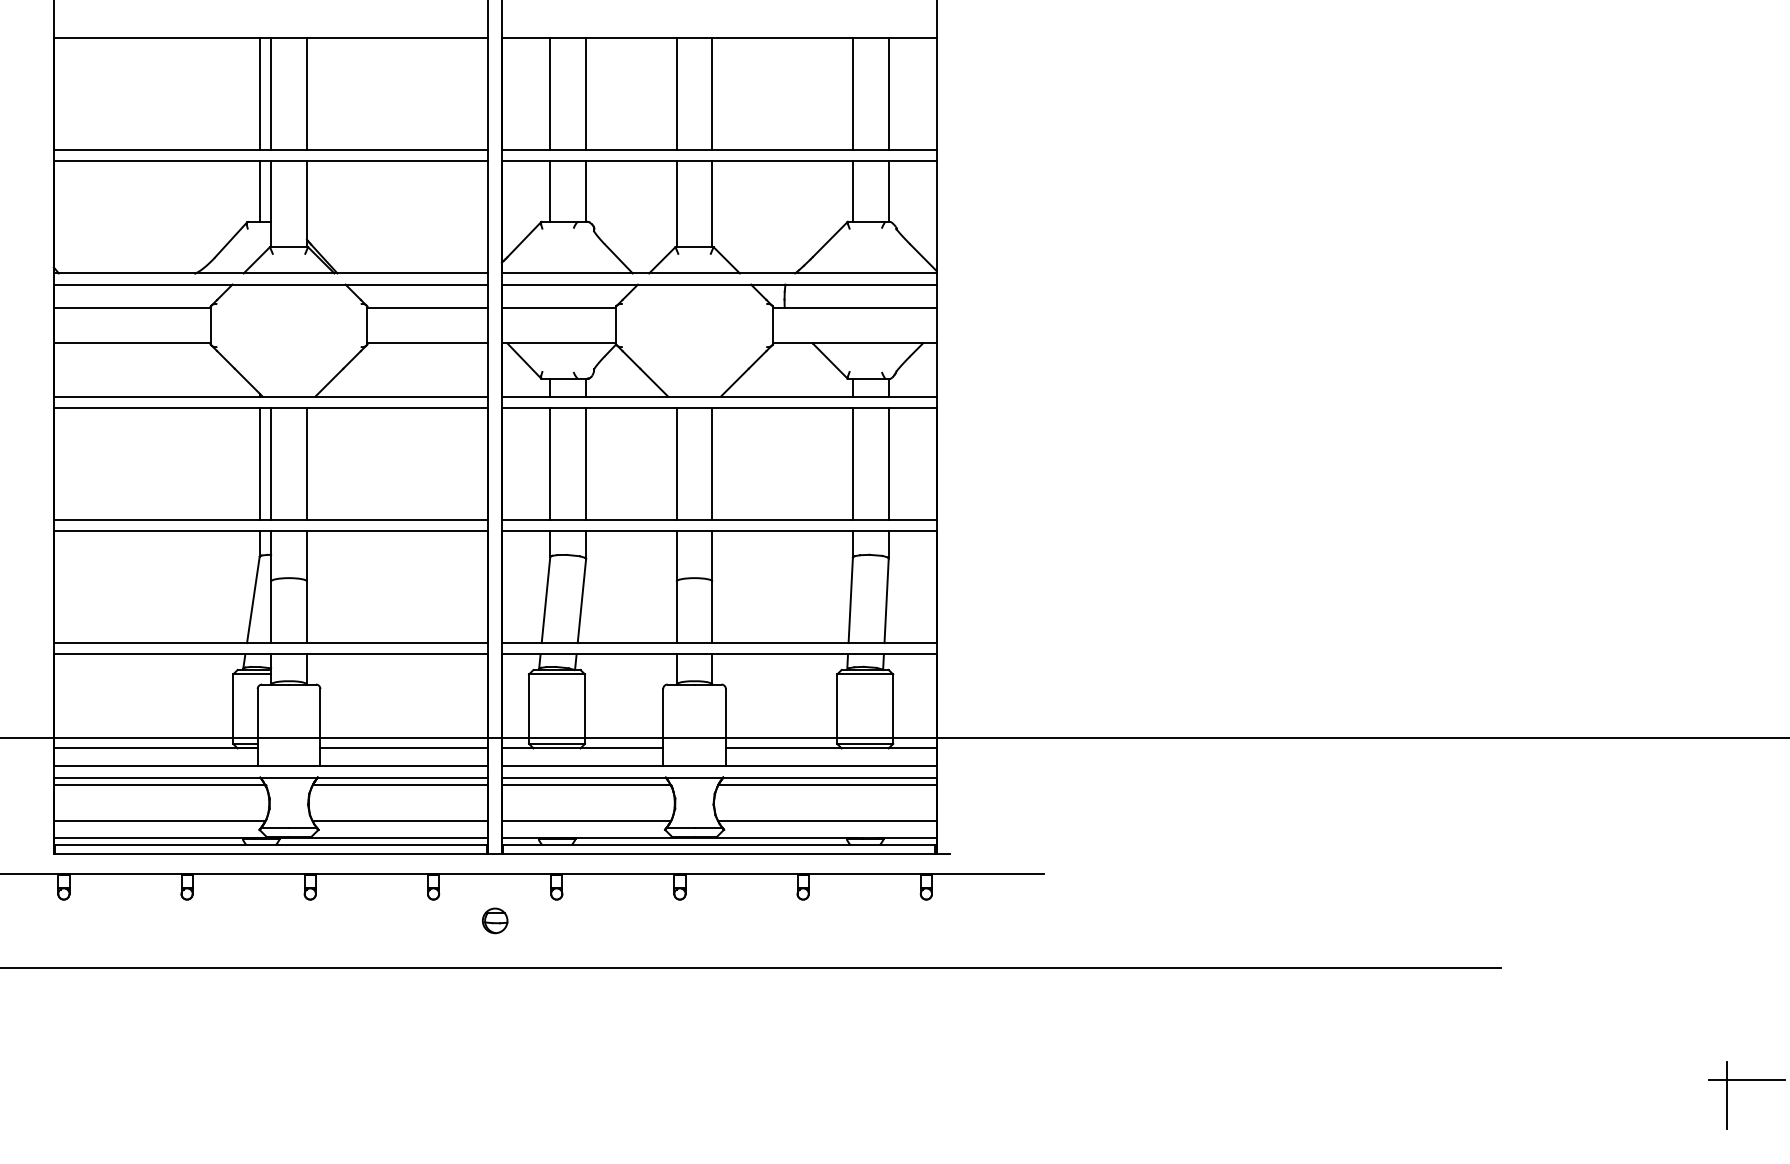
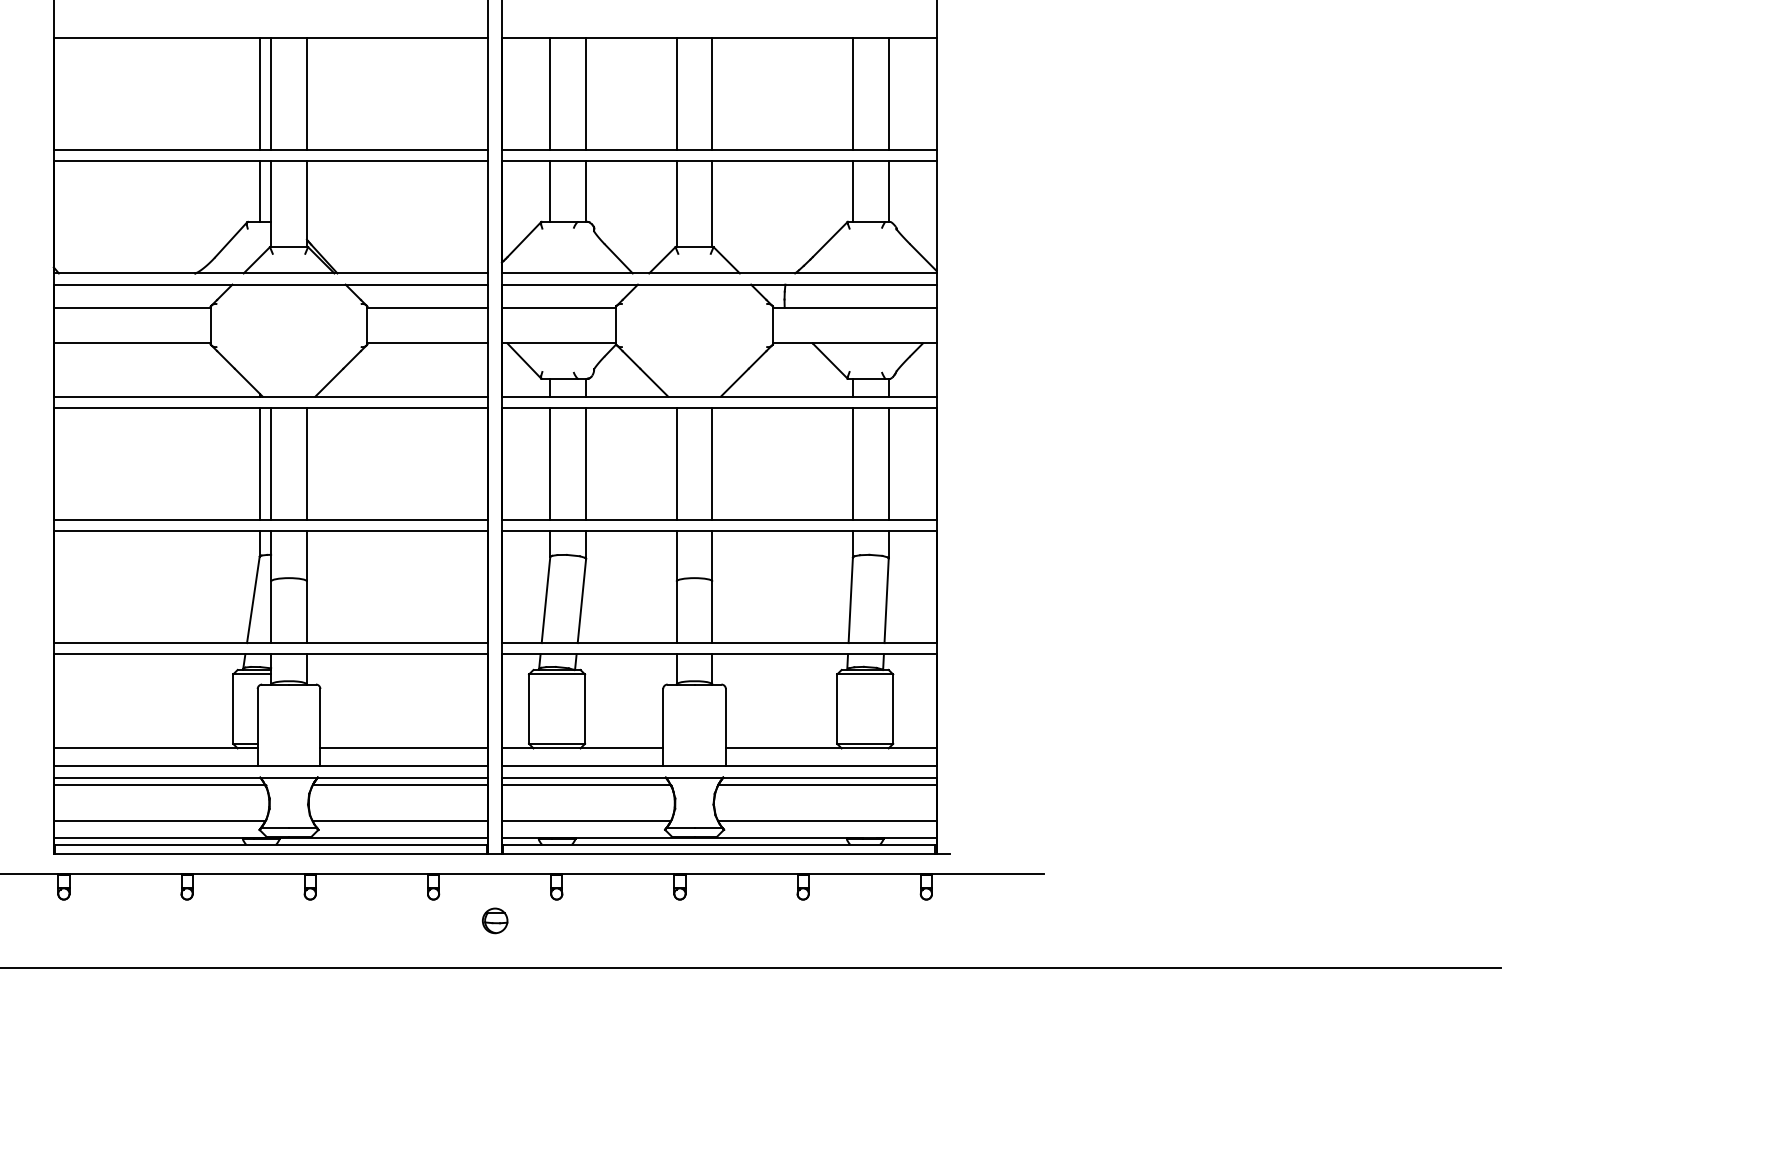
line at (894, 737): present -> none
part at (1746, 1080): present -> none
